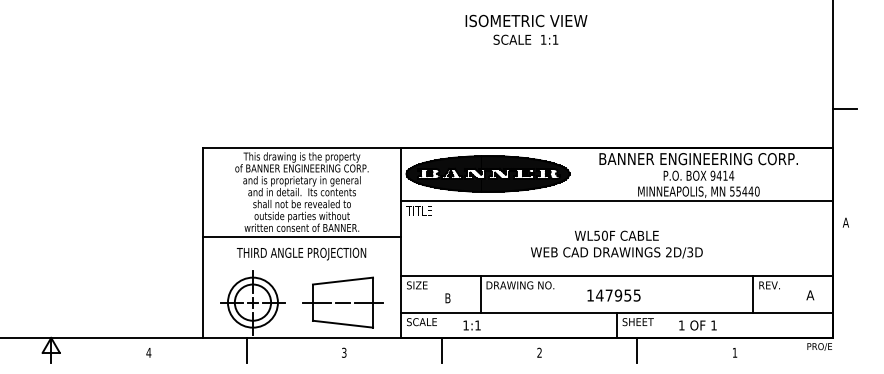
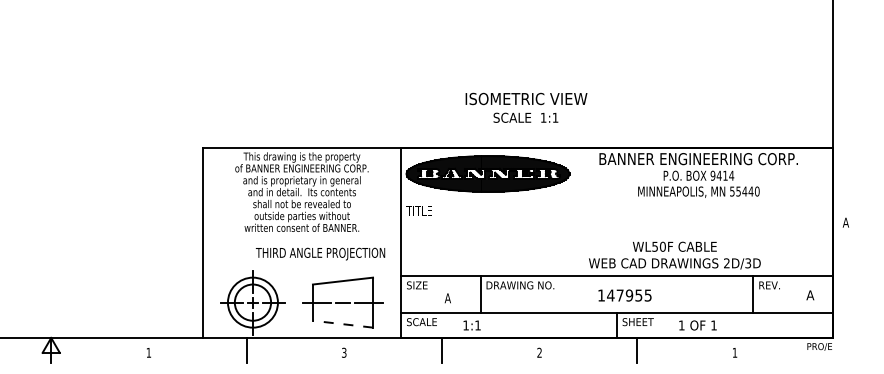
text at (526, 29) position: (526, 29) -> (526, 107)
line at (844, 108): present -> none
line at (616, 201): present -> none
line at (301, 236): present -> none
text at (616, 244) position: (616, 244) -> (674, 255)
text at (301, 253) position: (301, 253) -> (320, 253)
text at (613, 295) position: (613, 295) -> (624, 295)
text at (447, 298): B -> A
line at (342, 324): solid -> dashed
text at (148, 352): 4 -> 1
